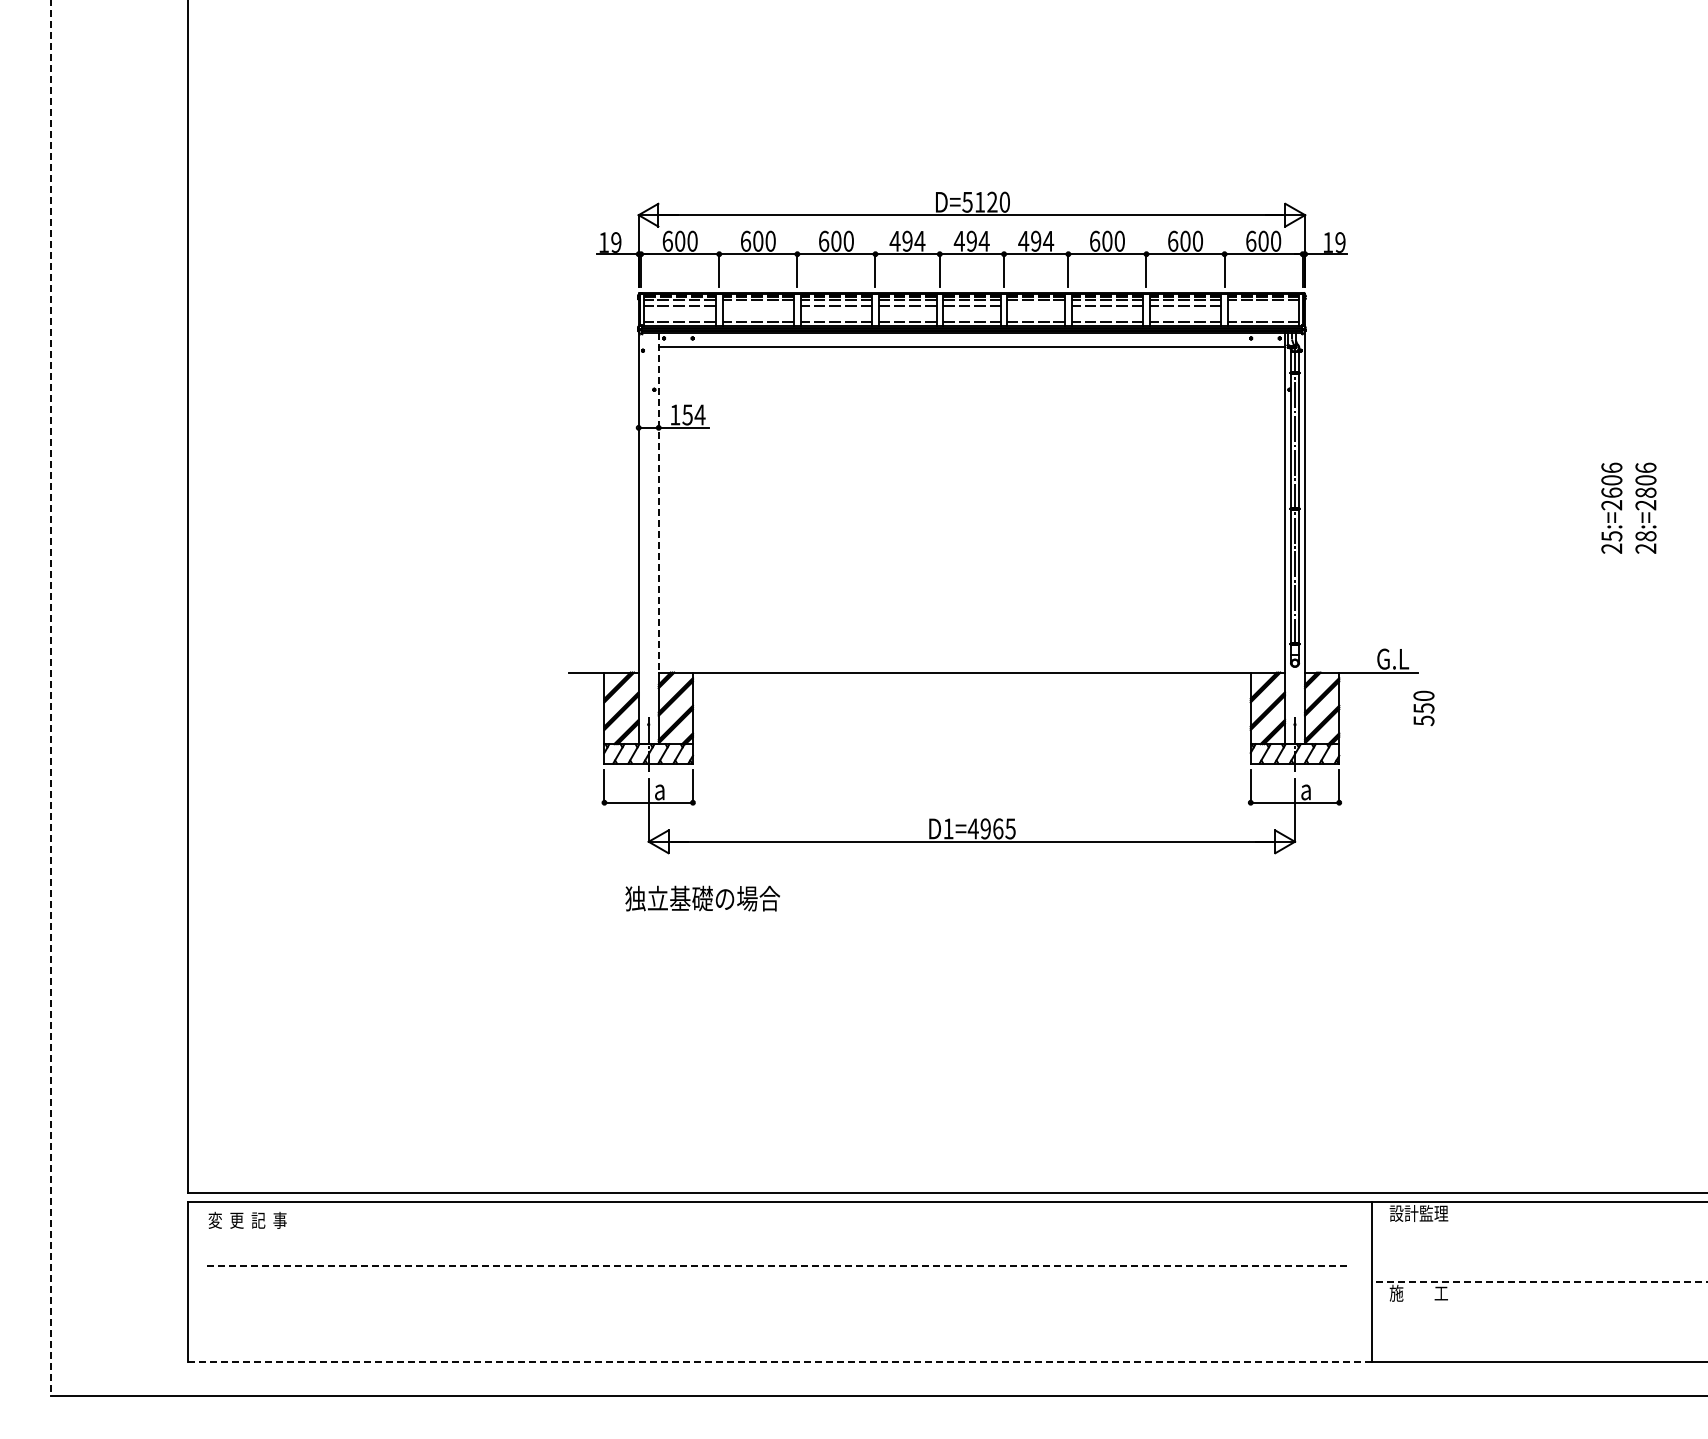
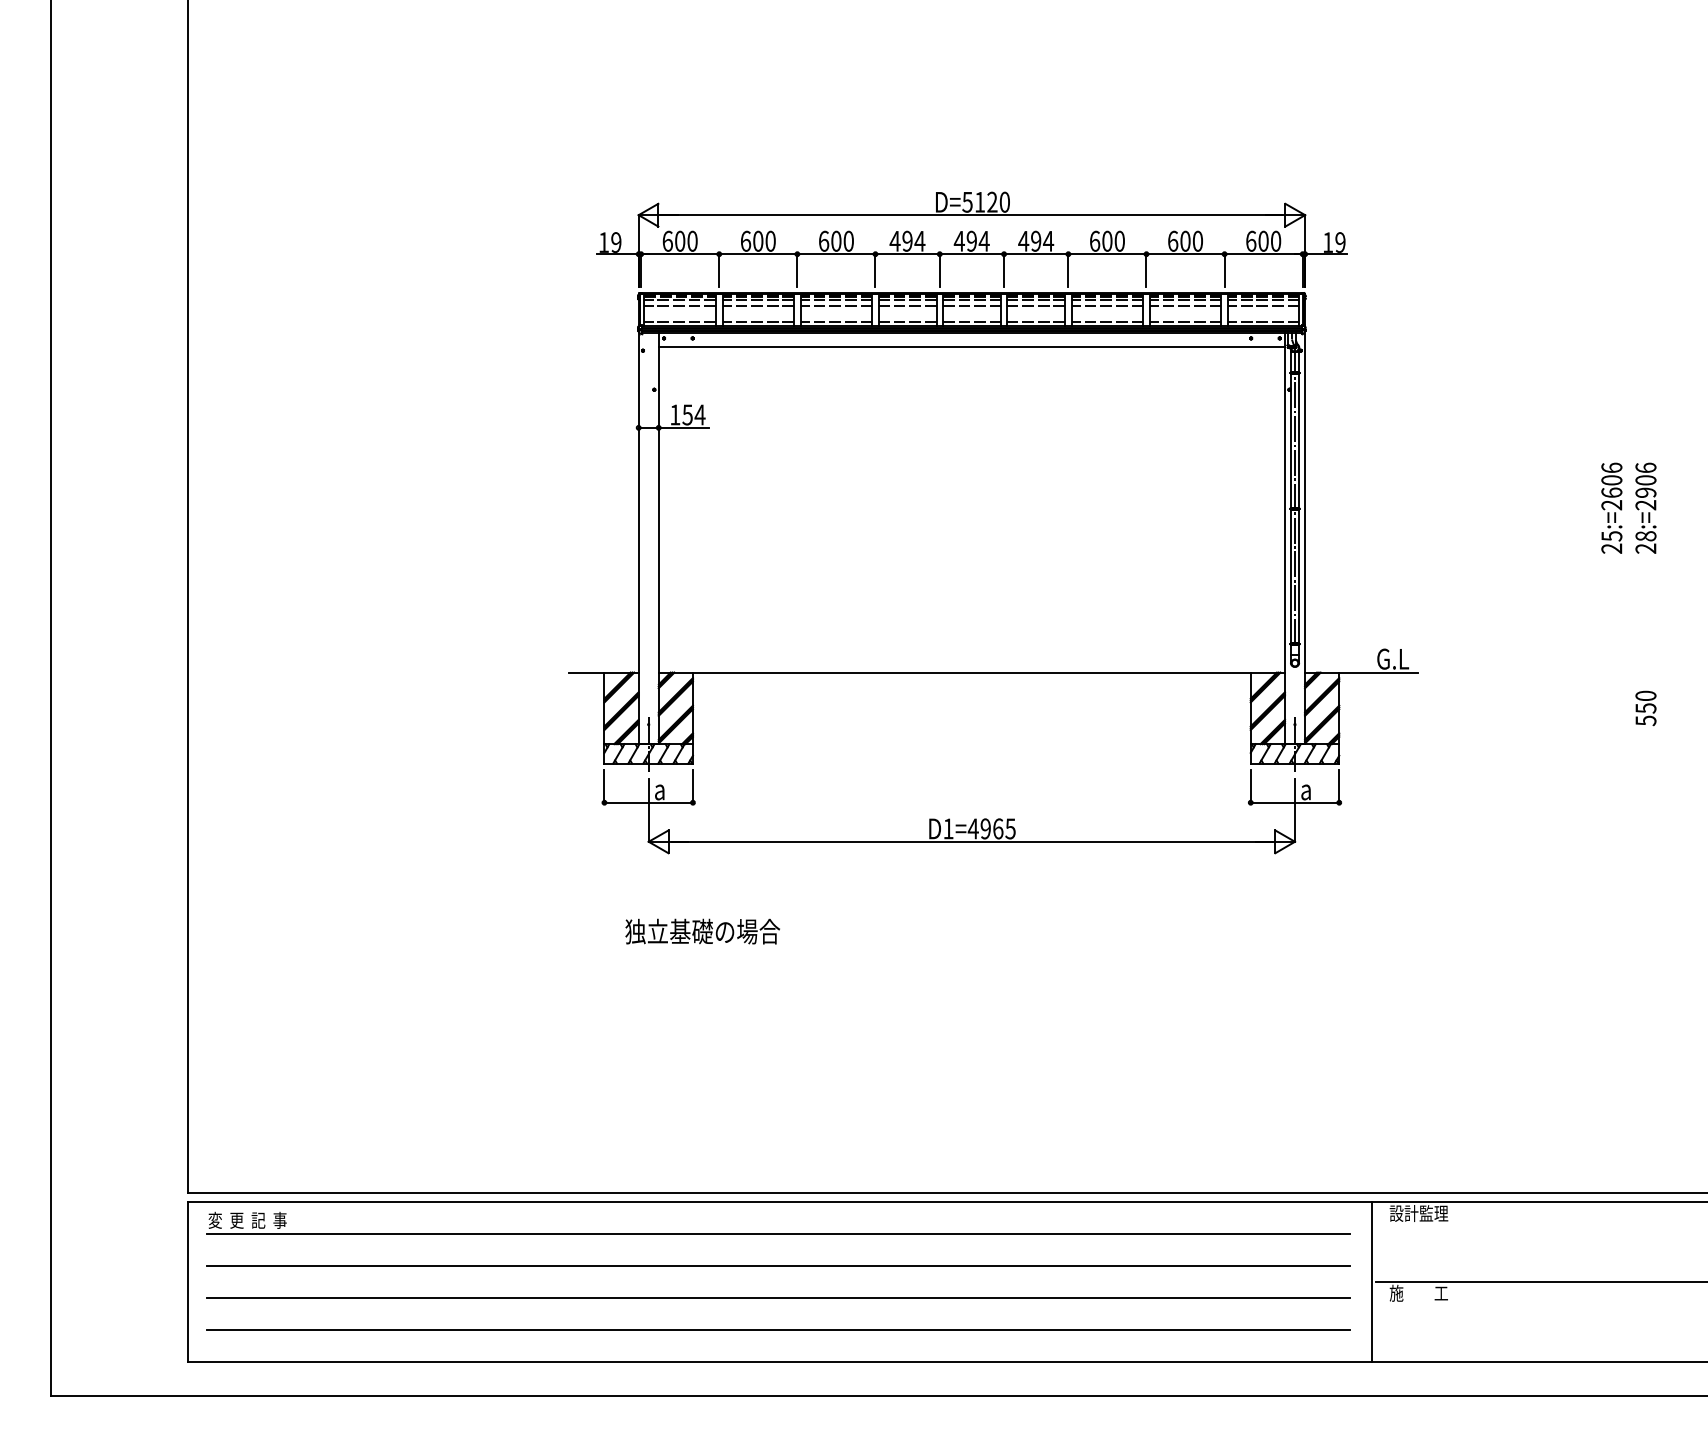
line at (758, 305): none -> present
line at (1036, 305): none -> present
line at (1263, 305): none -> present
text at (1645, 492): 28:=2806 -> 28:=2906
line at (658, 502): dashed -> solid
line at (51, 698): dashed -> solid
text at (1423, 708) position: (1423, 708) -> (1645, 708)
text at (702, 898) position: (702, 898) -> (702, 931)
line at (778, 1234): none -> present
line at (778, 1266): dashed -> solid
line at (1541, 1282): dashed -> solid
line at (778, 1298): none -> present
line at (778, 1329): none -> present
line at (780, 1361): dashed -> solid
